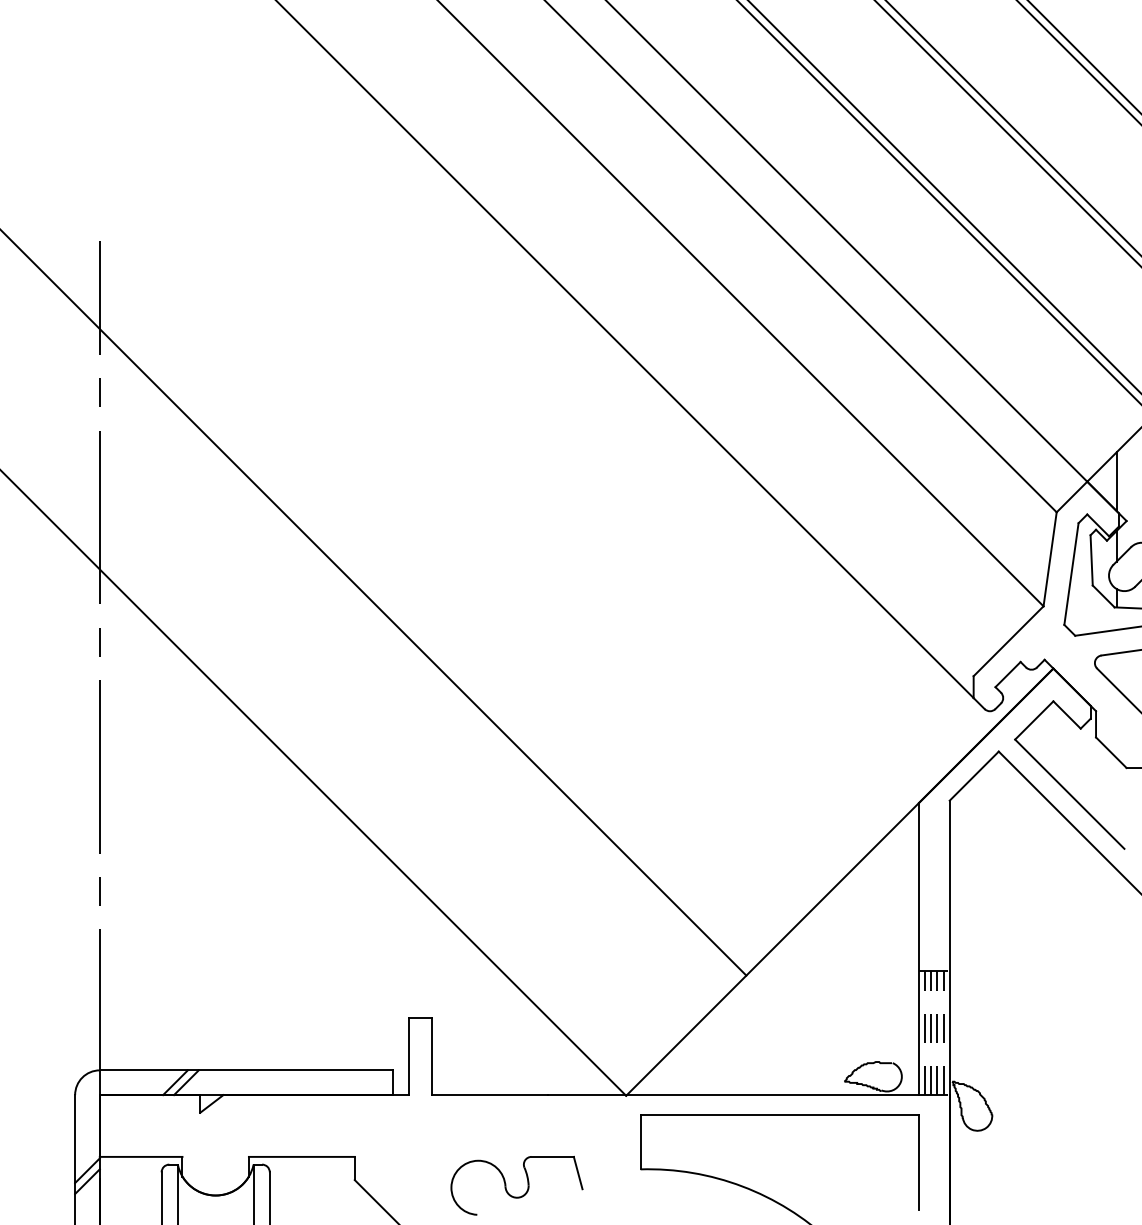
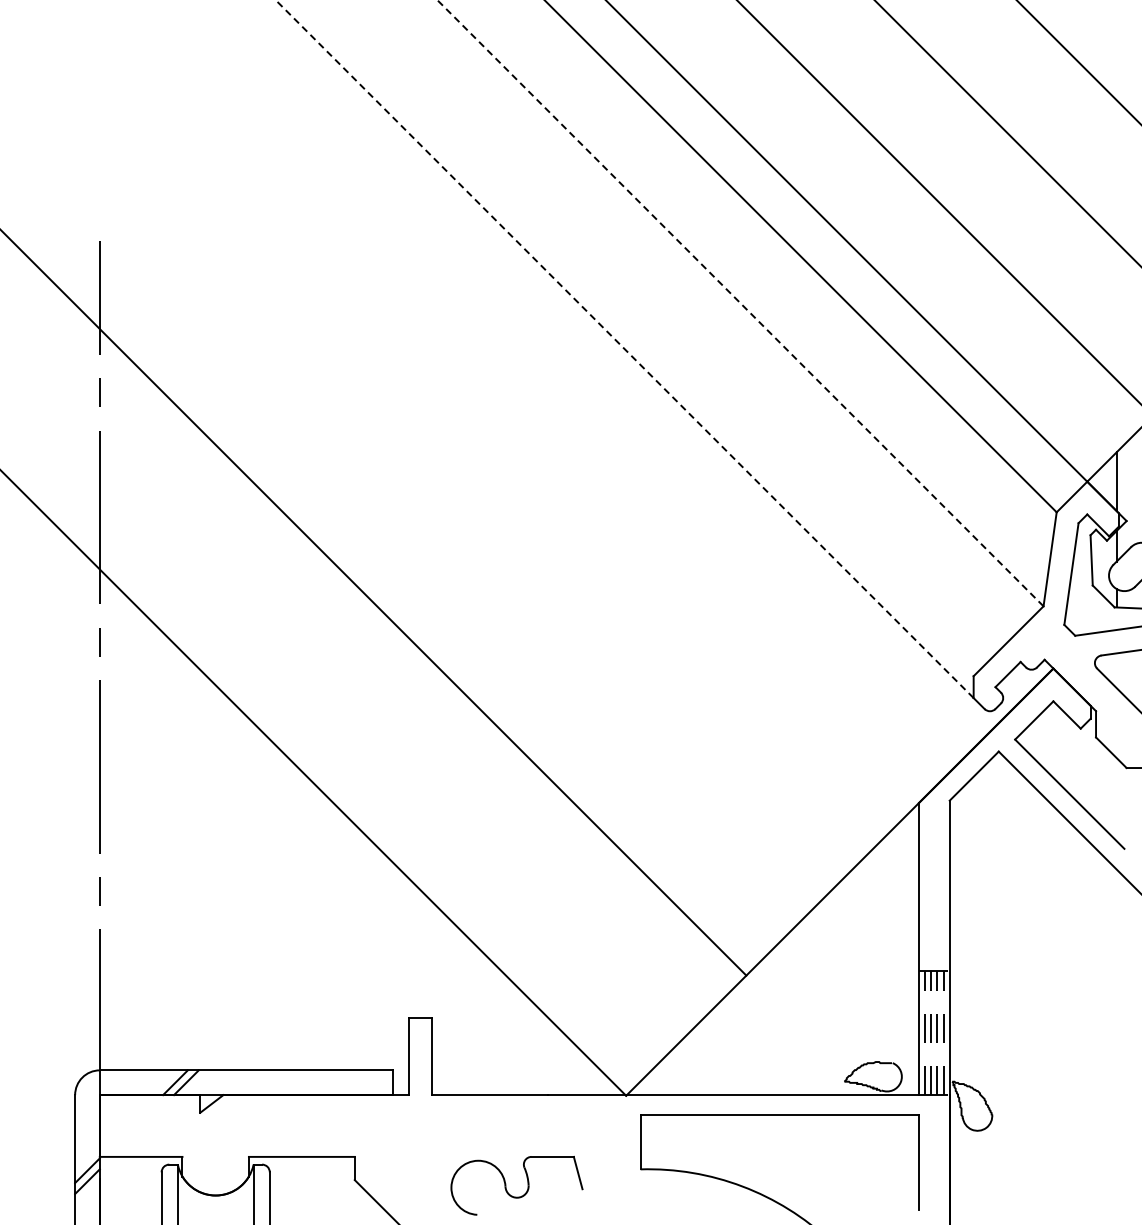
line at (1083, 56): present -> none
line at (1012, 127): present -> none
line at (943, 196): present -> none
line at (740, 303): solid -> dashed
line at (624, 349): solid -> dashed
